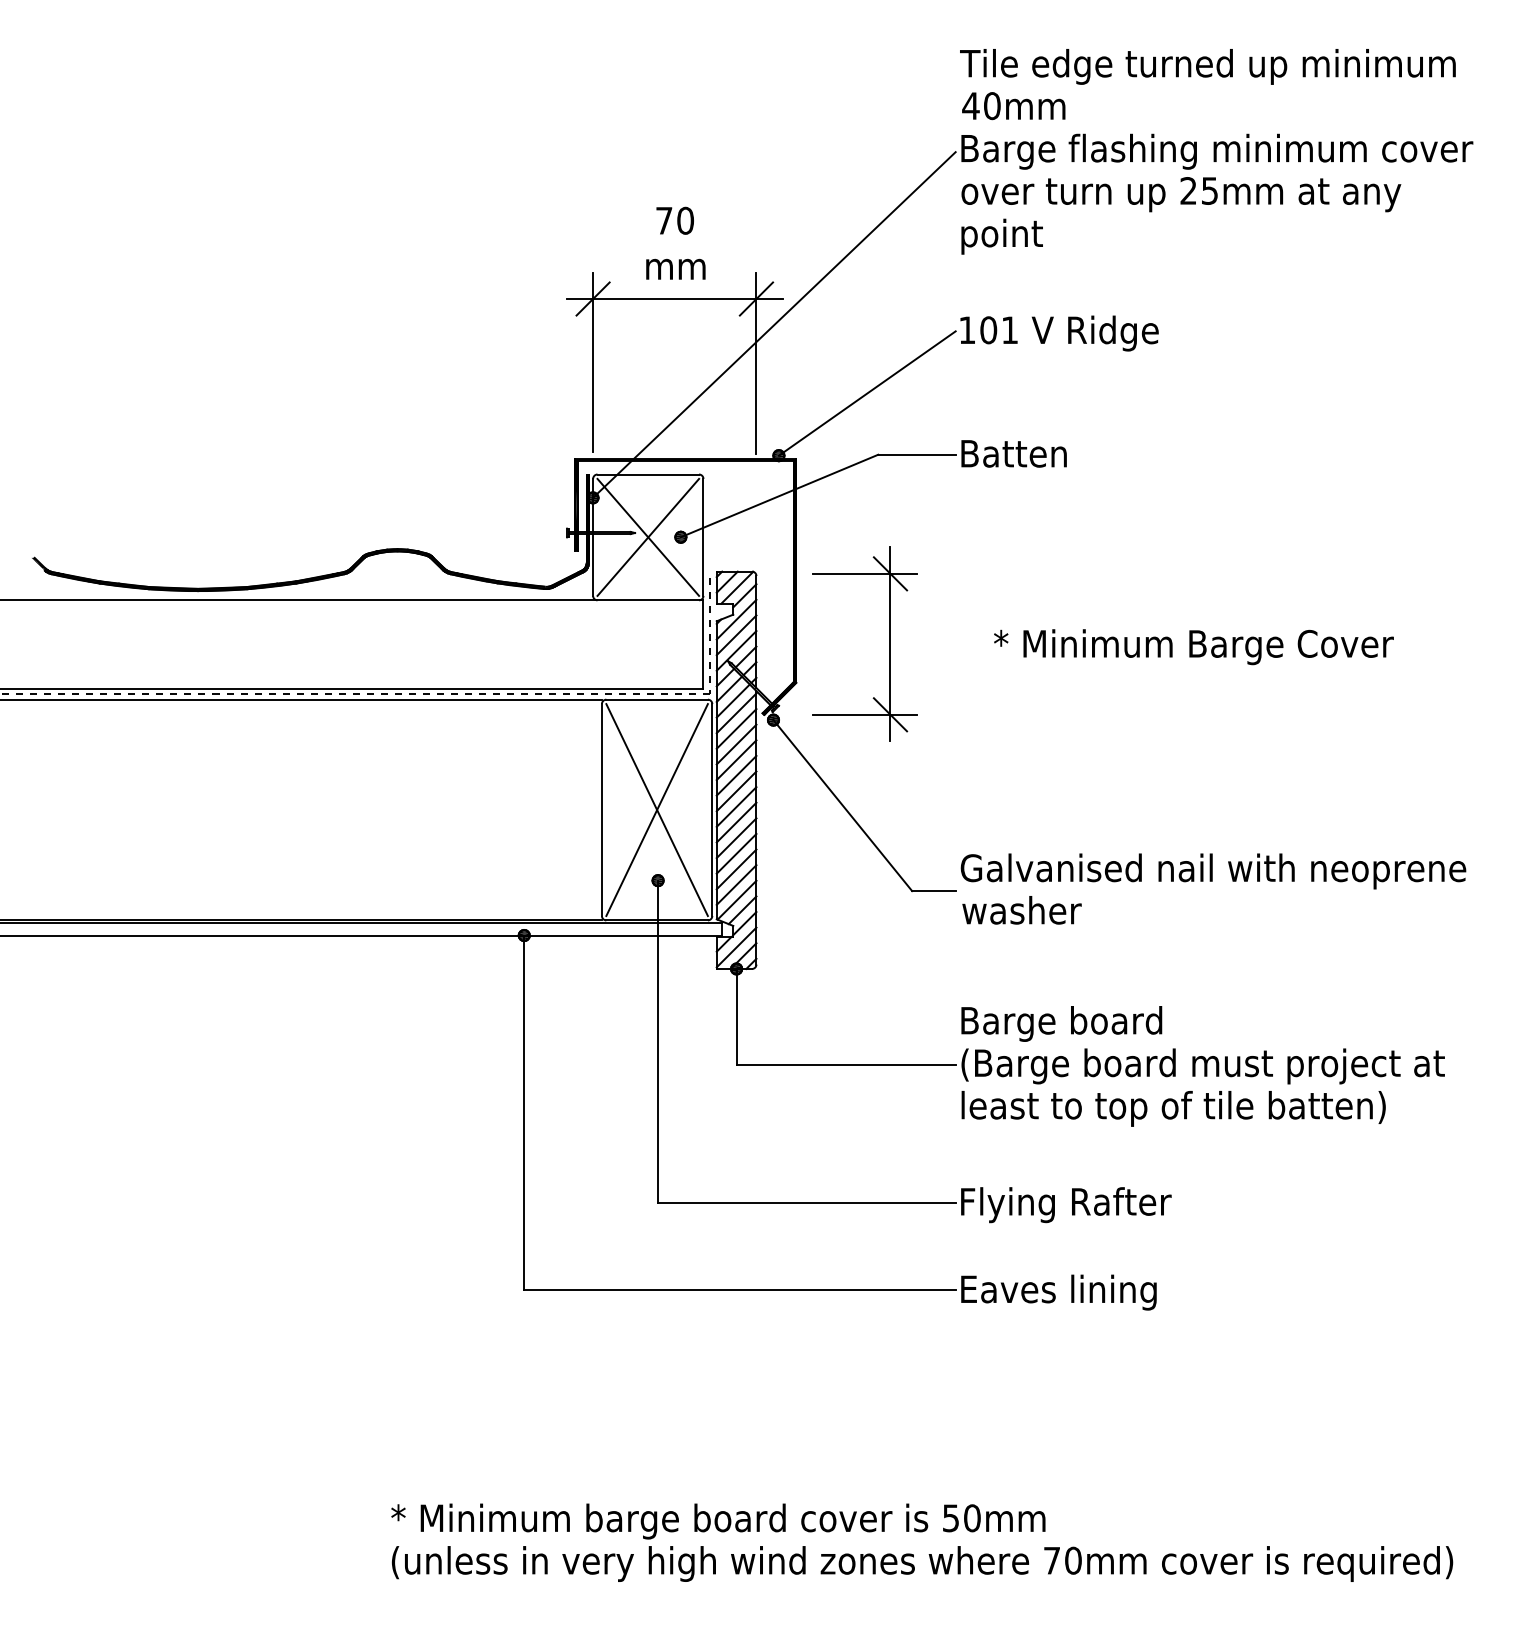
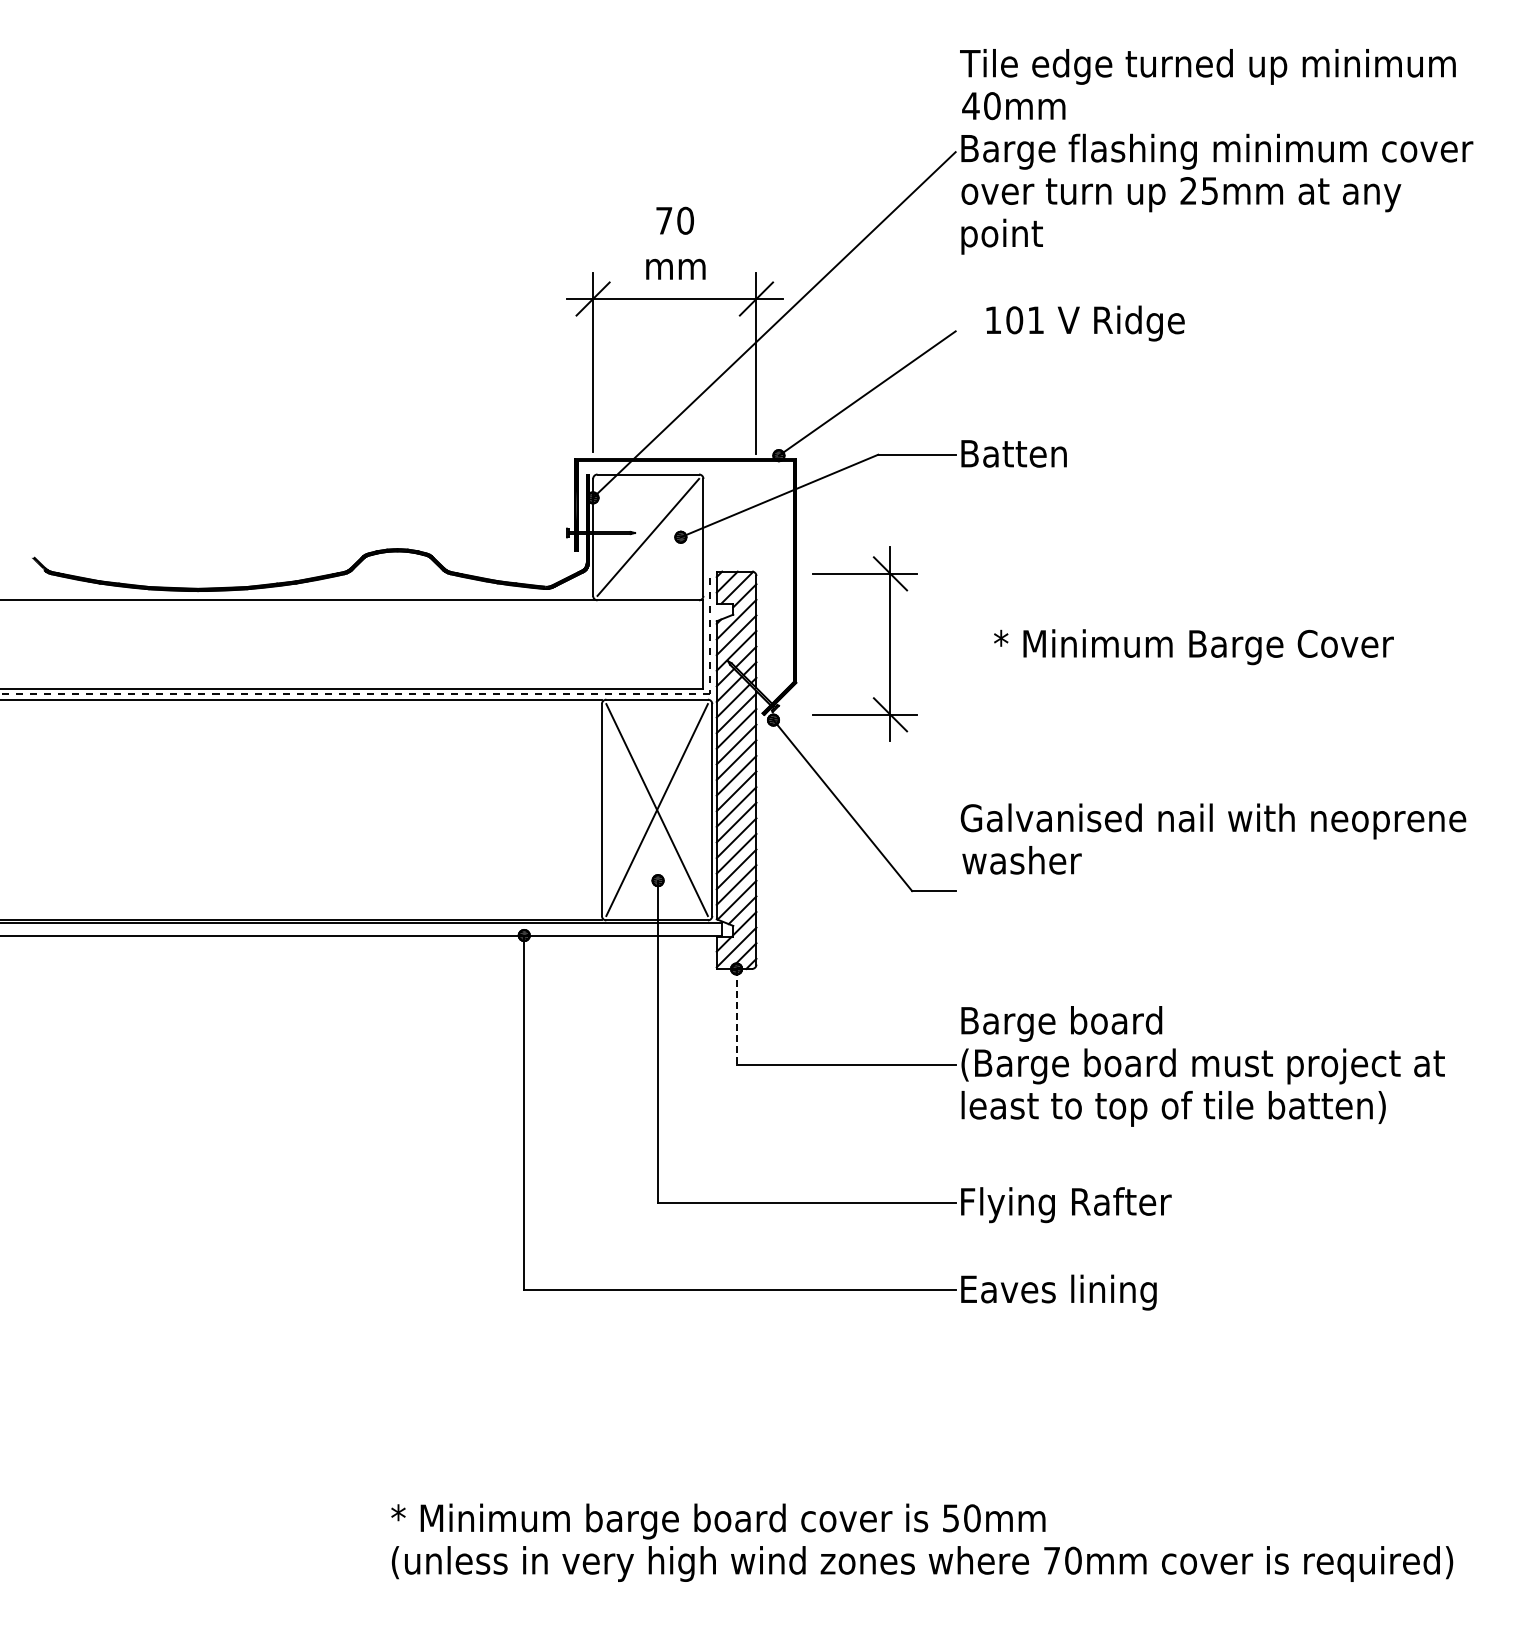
text at (1059, 333) position: (1059, 333) -> (1085, 323)
line at (648, 536): present -> none
text at (1213, 888) position: (1213, 888) -> (1213, 838)
line at (736, 1017): solid -> dashed
